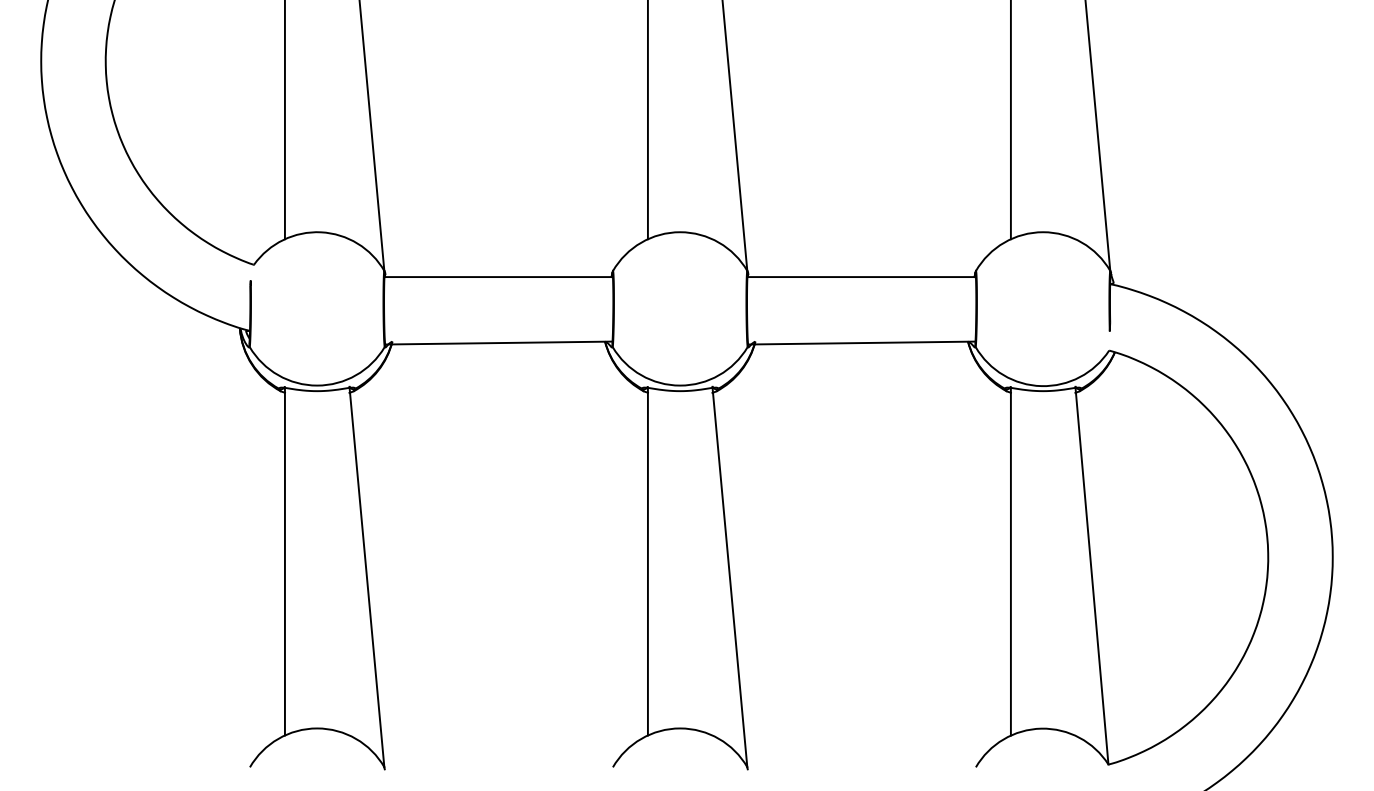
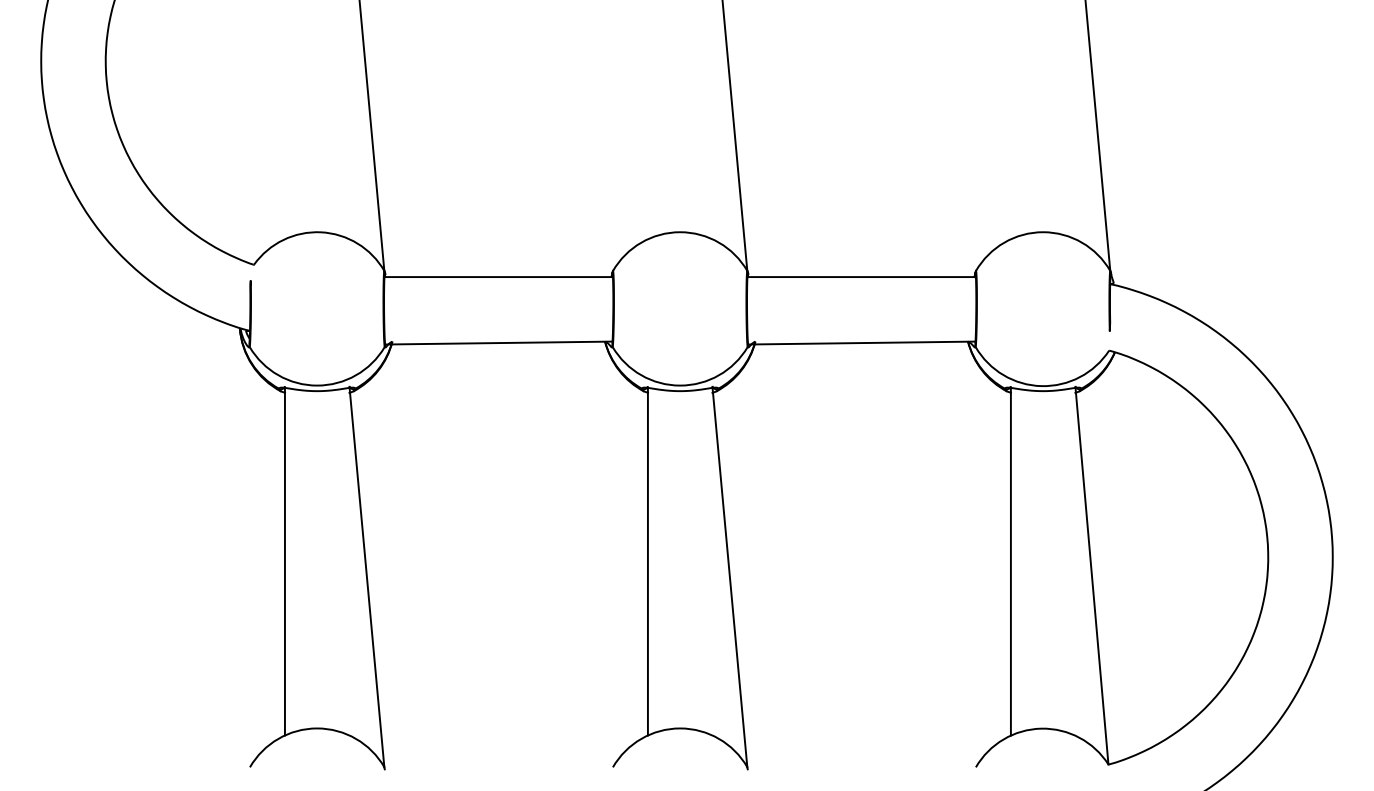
line at (284, 120): present -> none
line at (647, 120): present -> none
line at (1010, 120): present -> none
